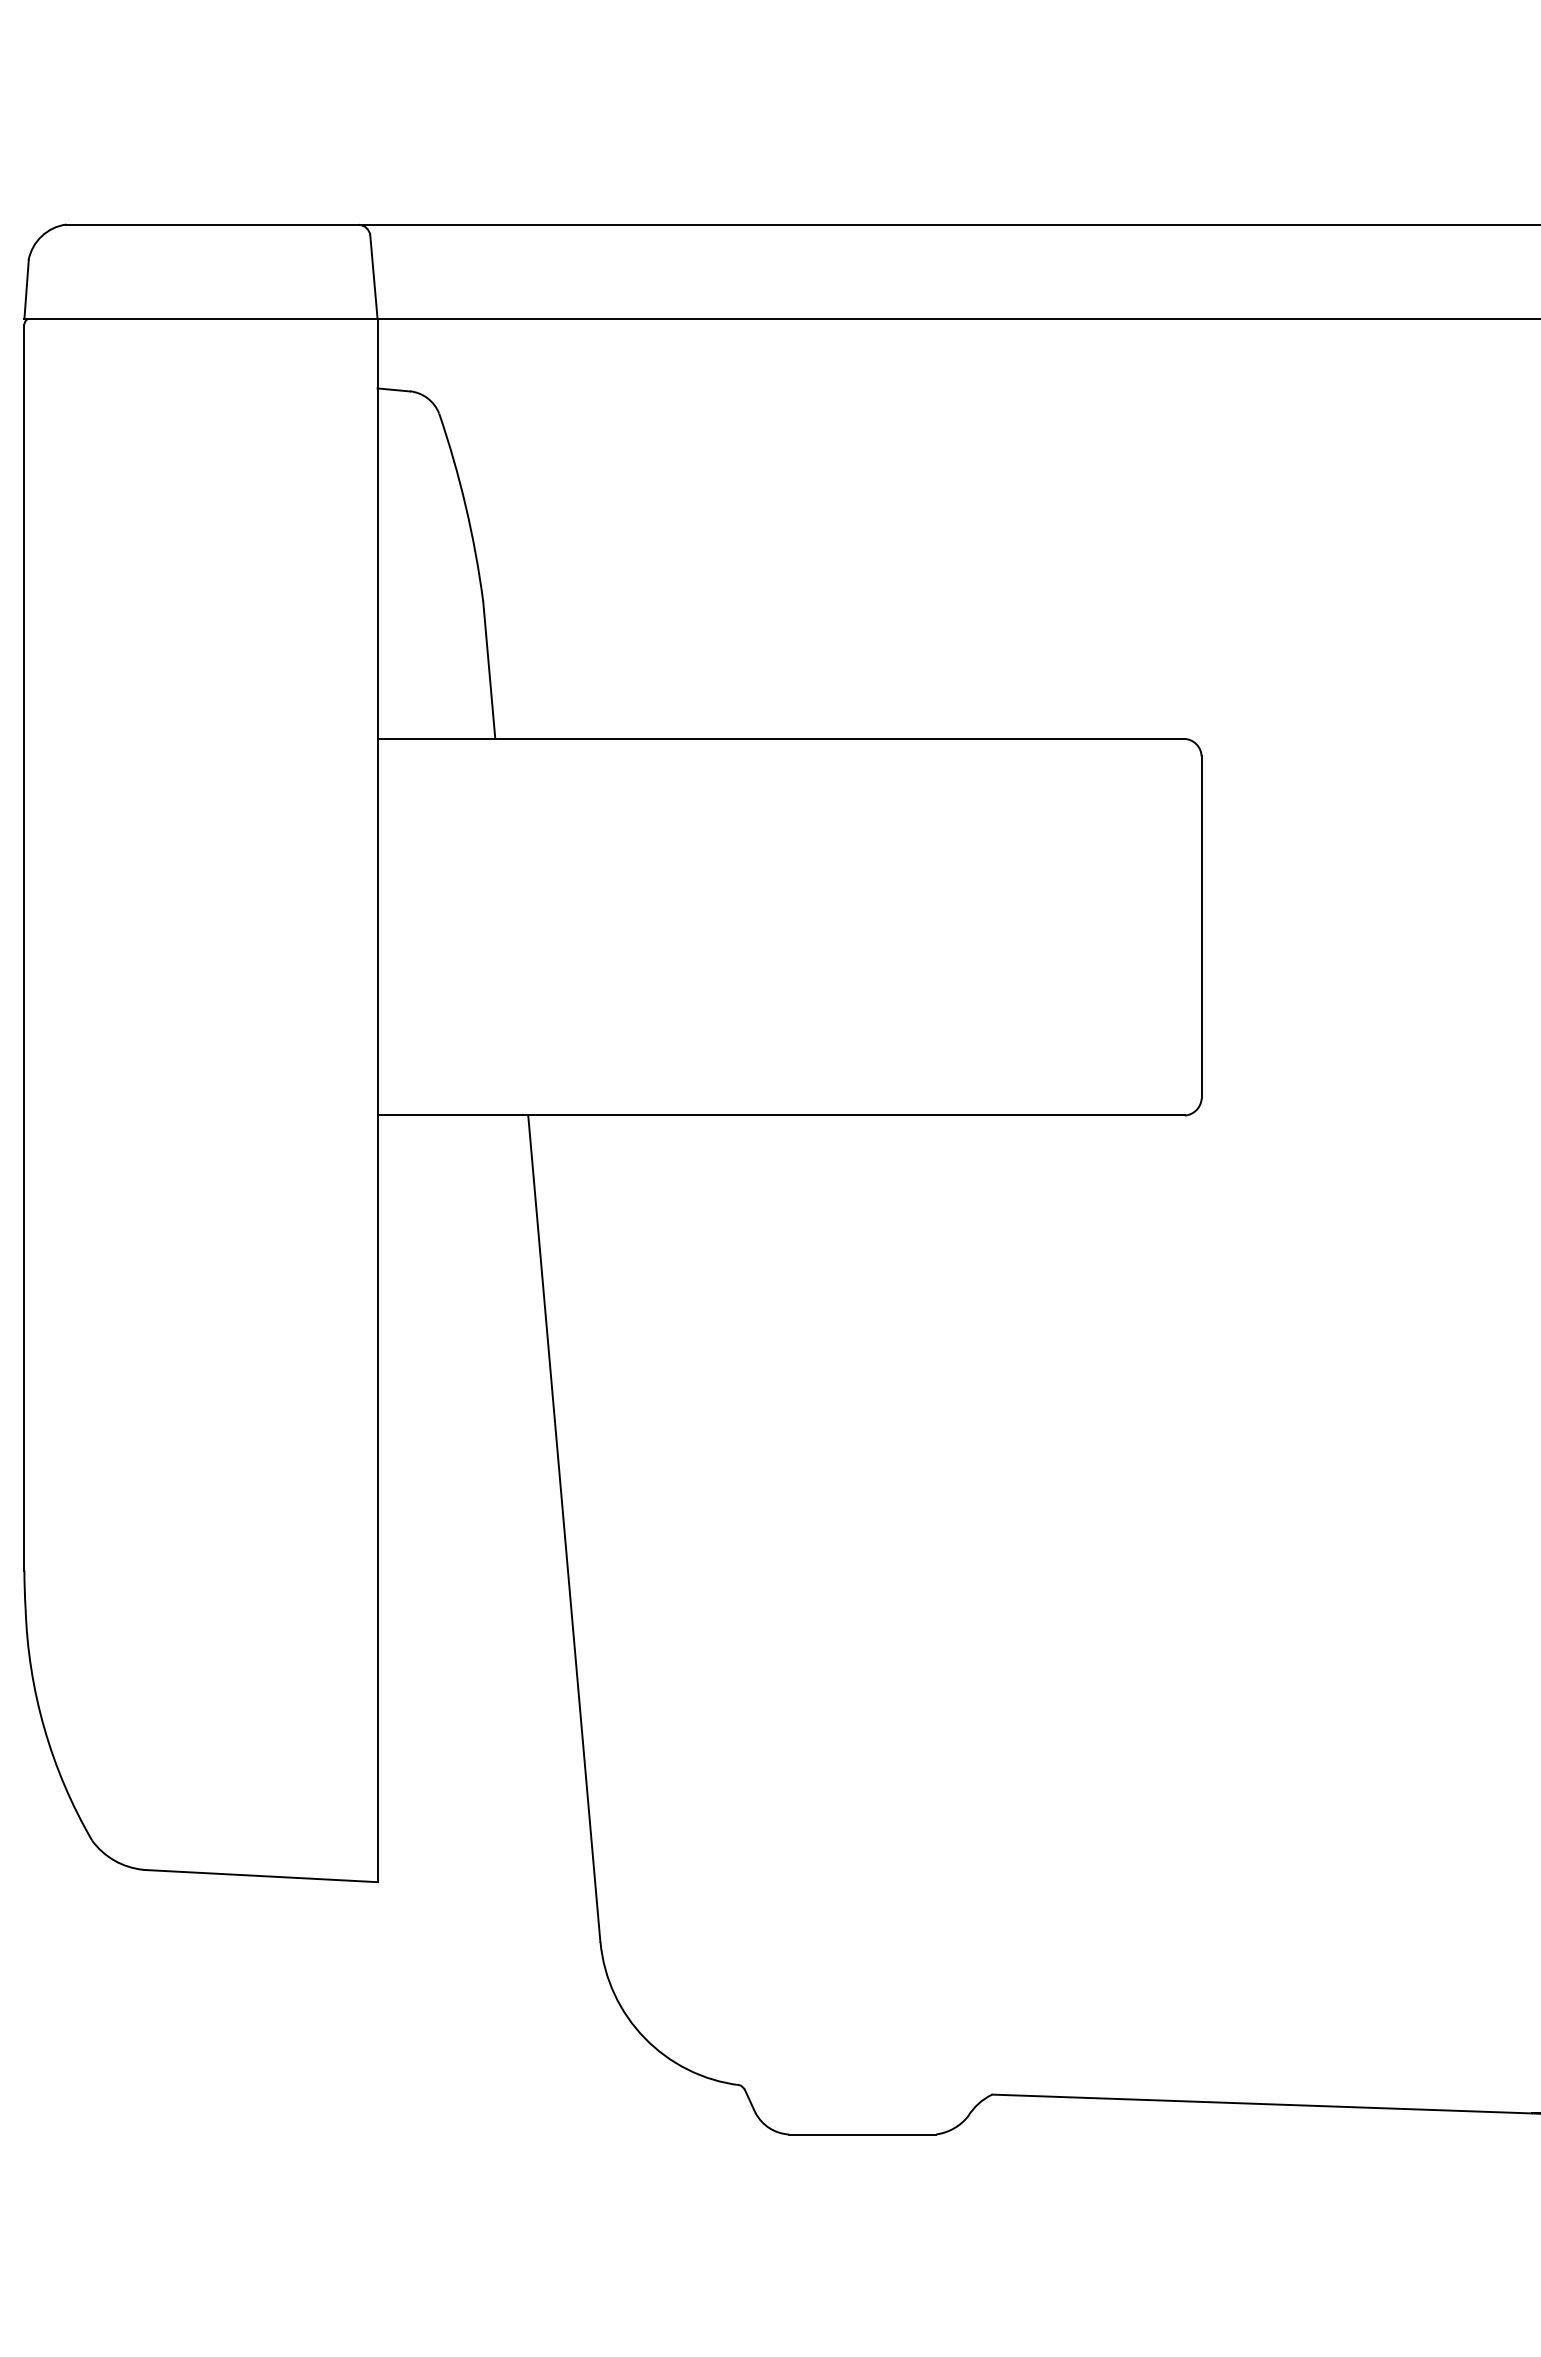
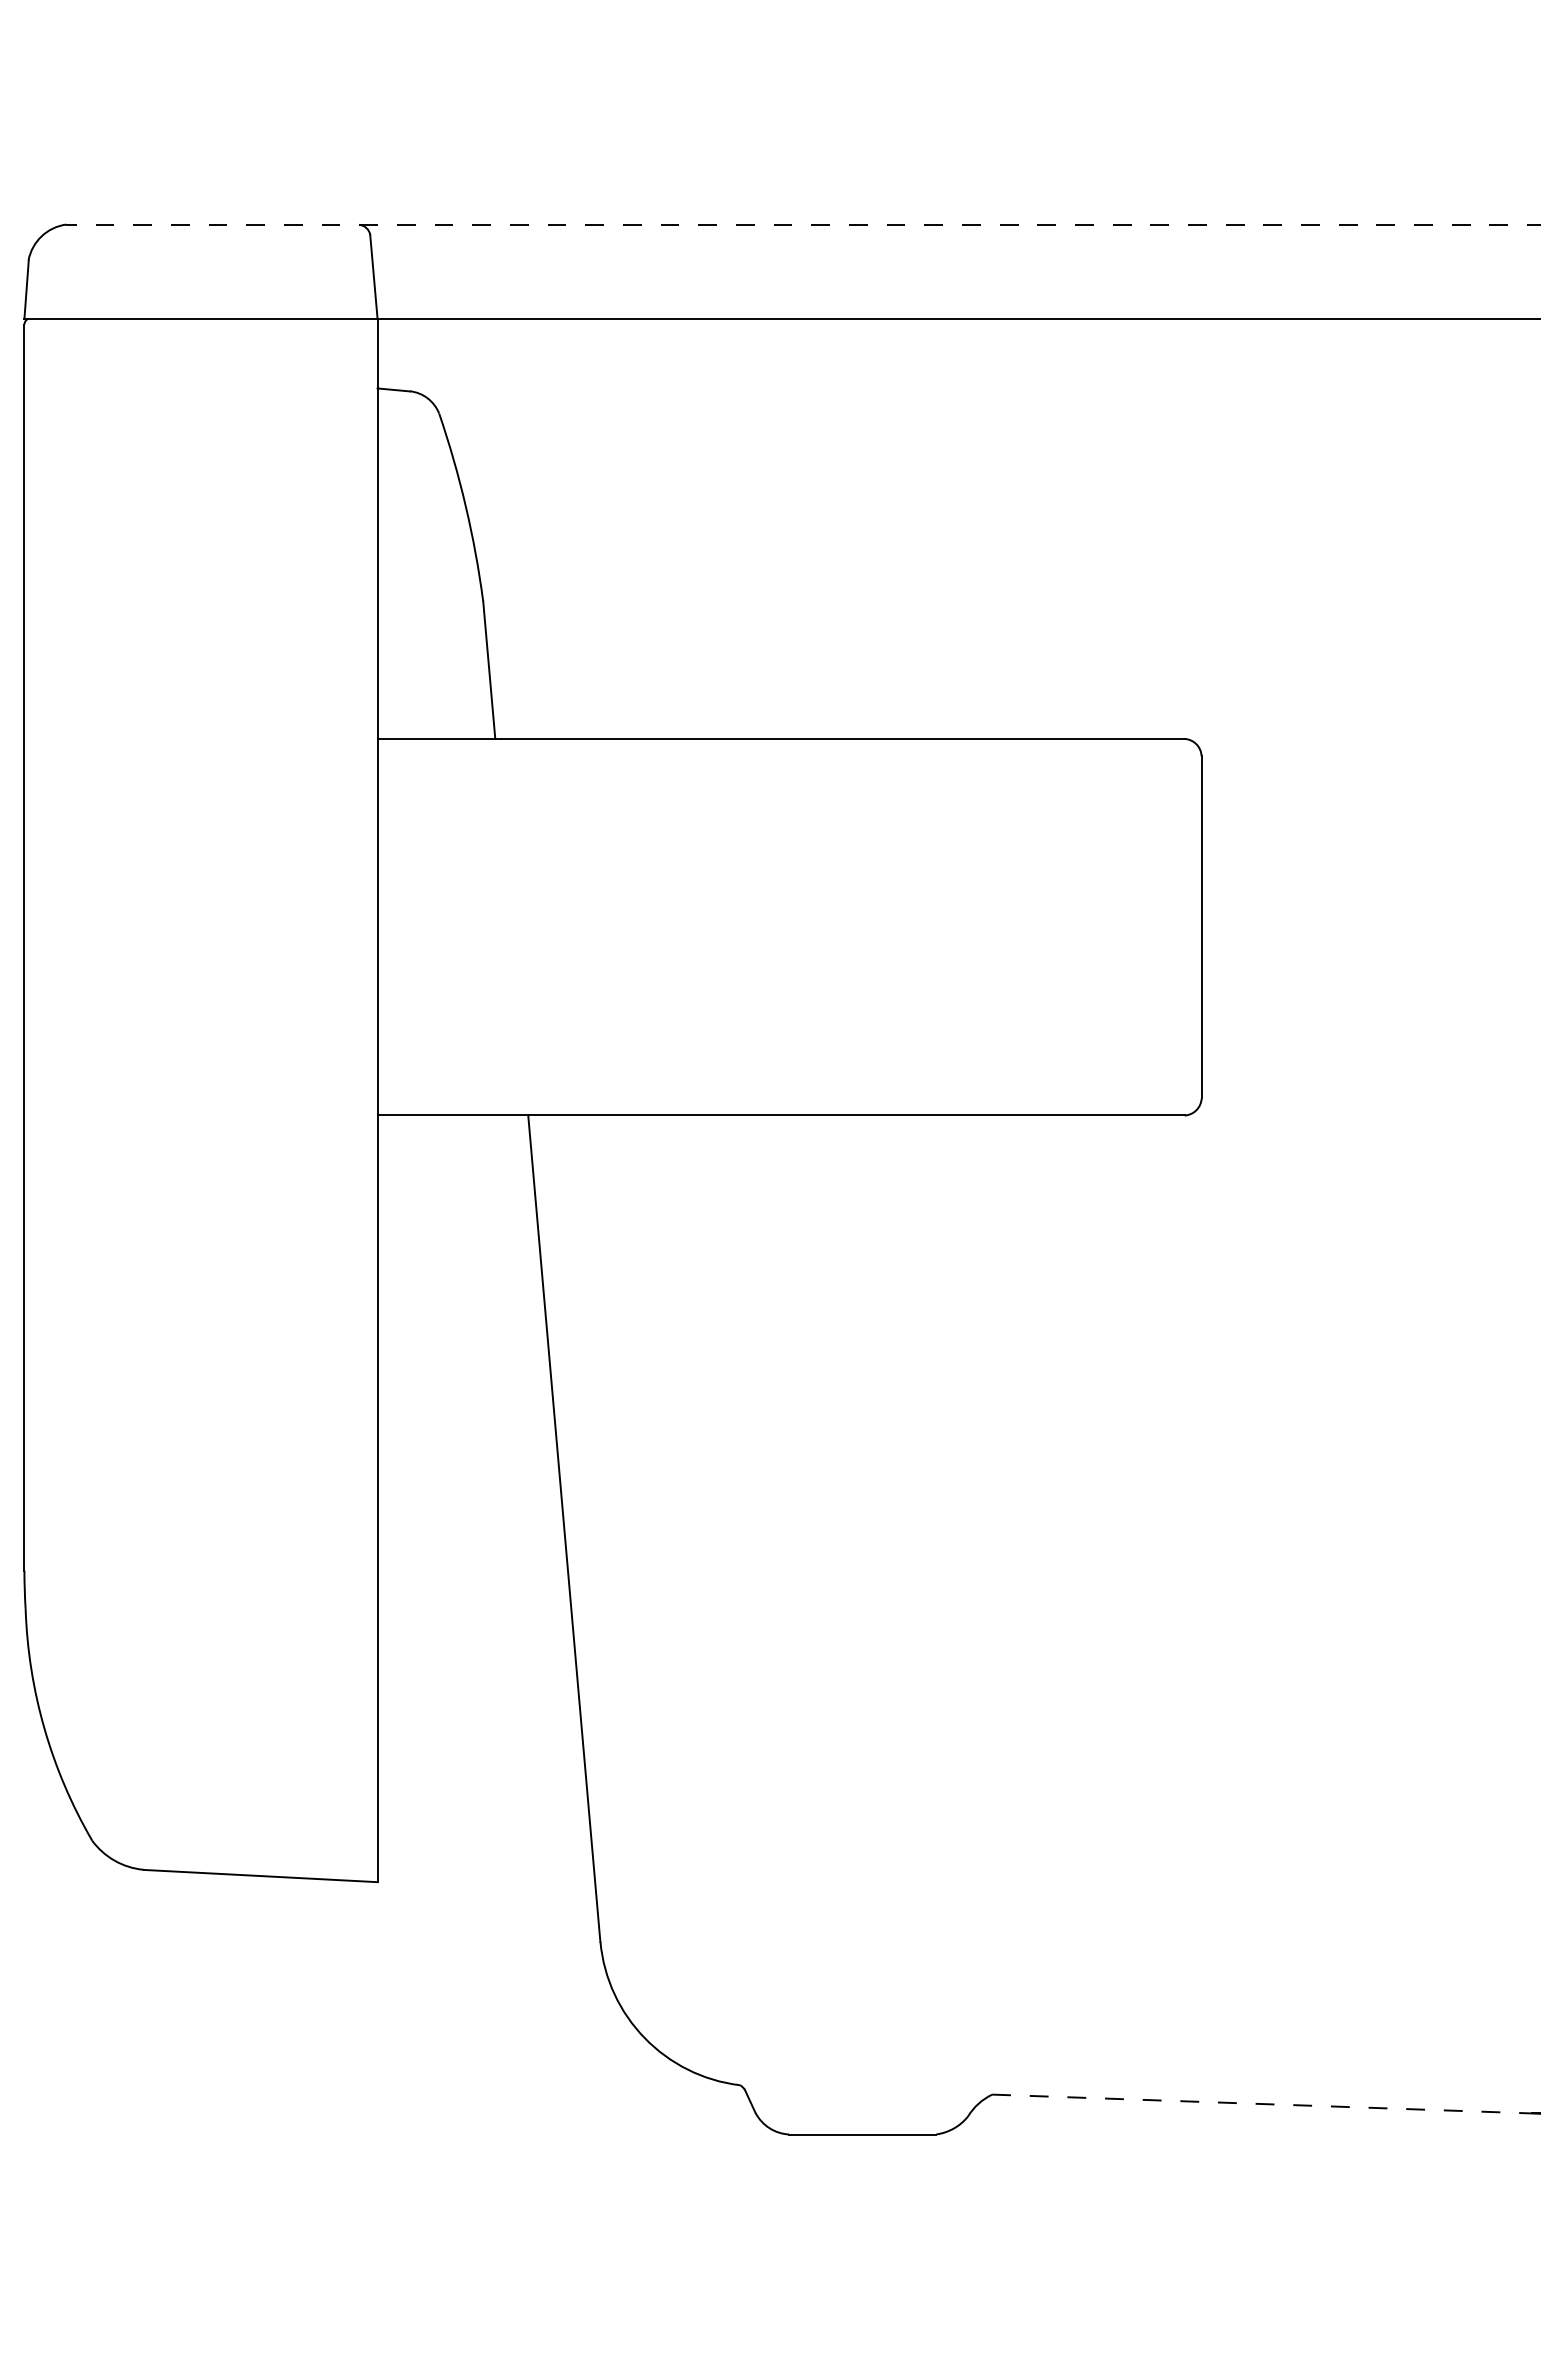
line at (803, 224): solid -> dashed
line at (1262, 2104): solid -> dashed
